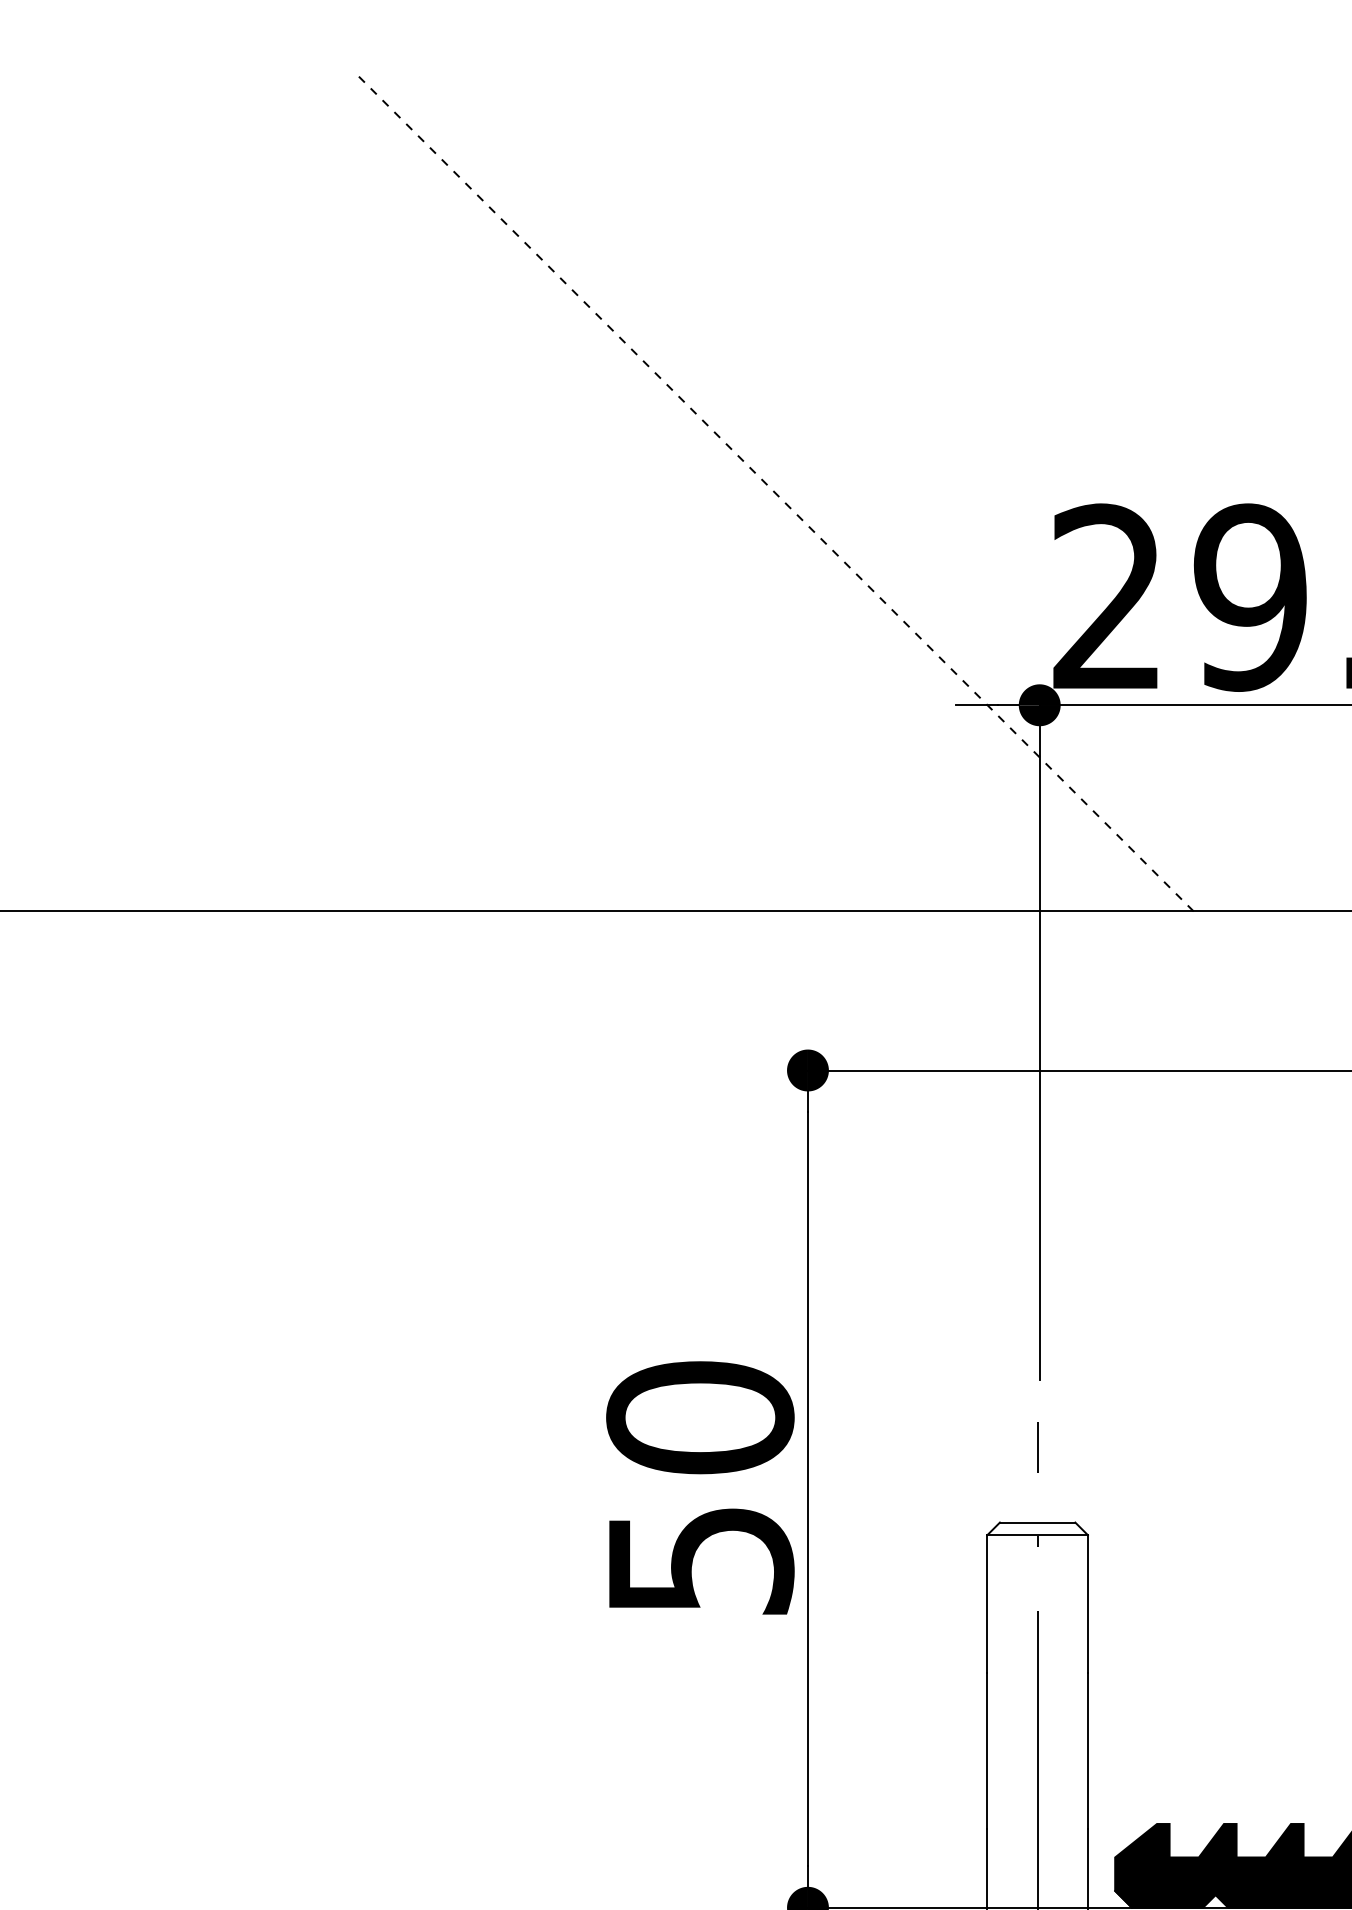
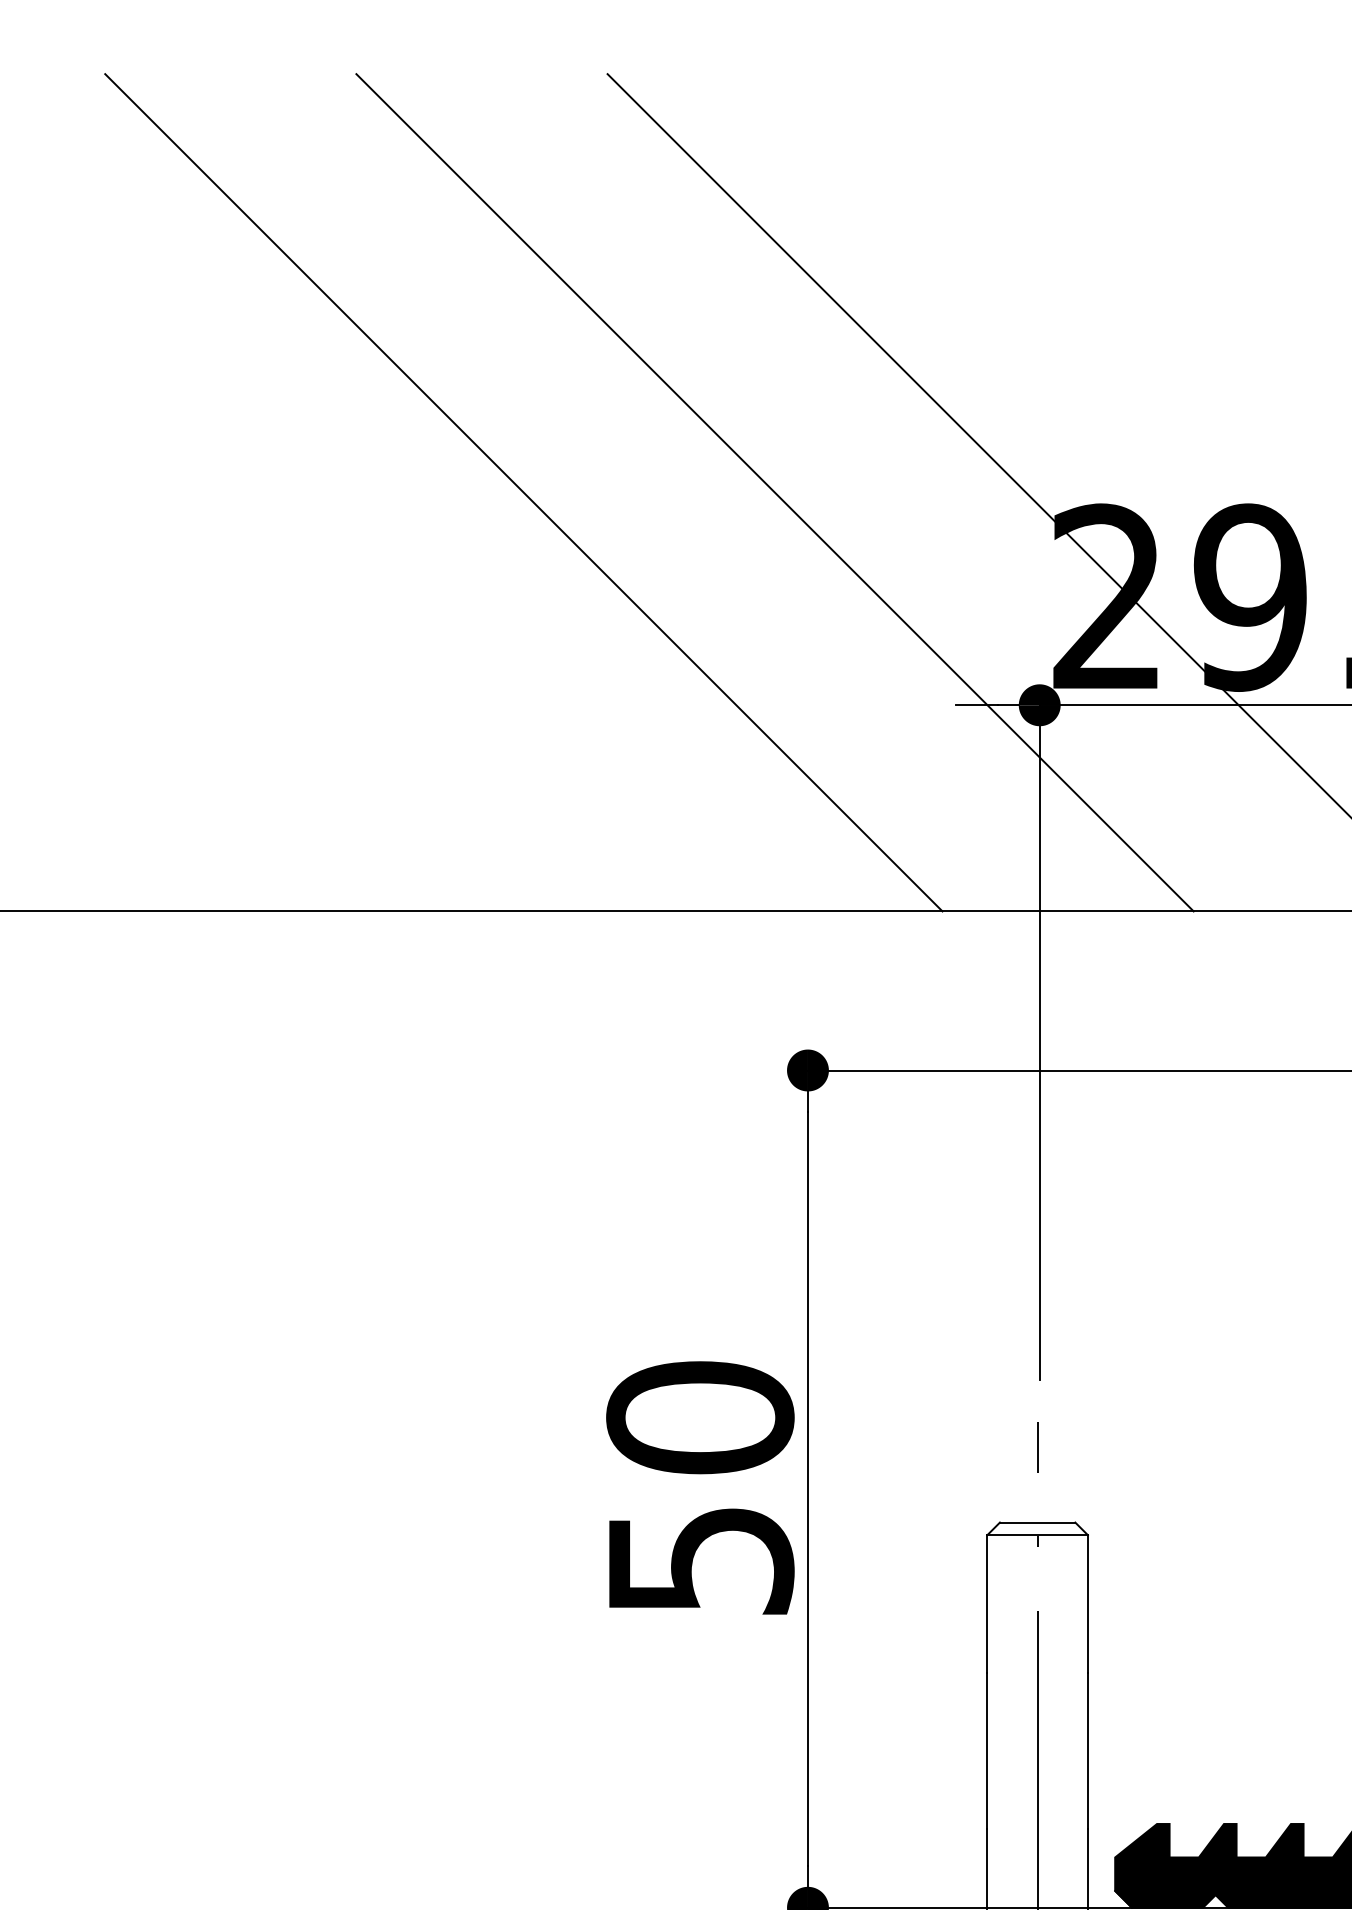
line at (977, 444): none -> present
line at (523, 492): none -> present
line at (774, 492): dashed -> solid
